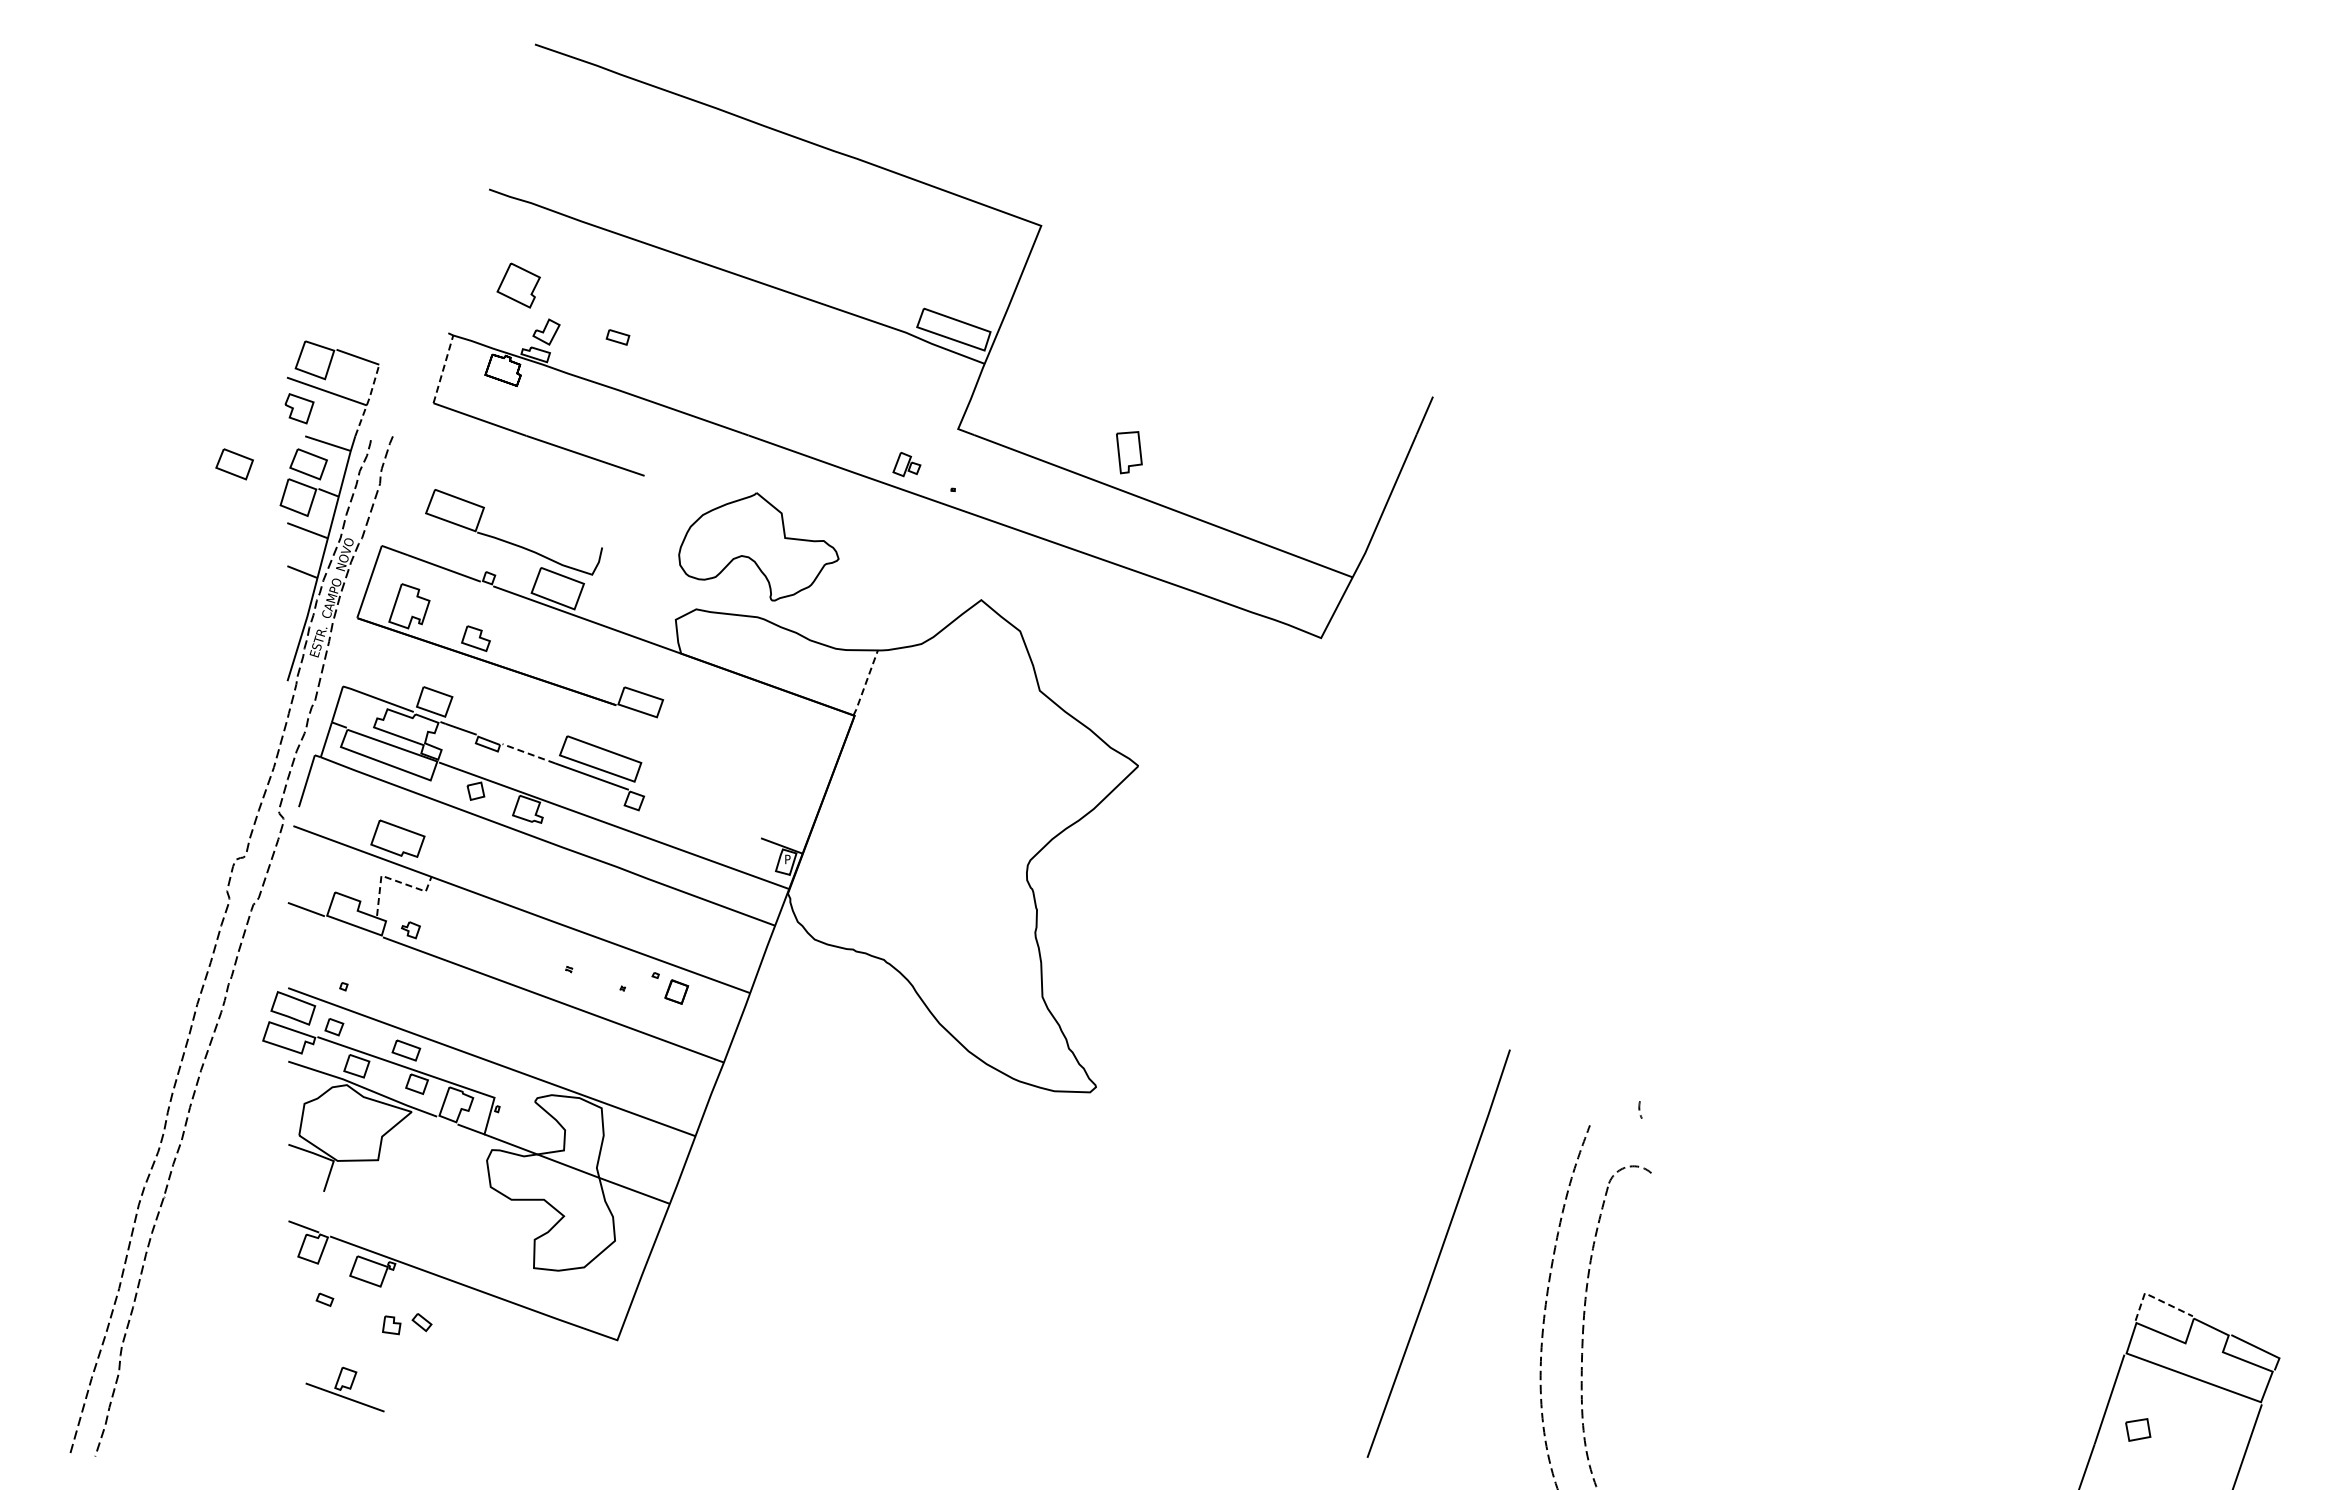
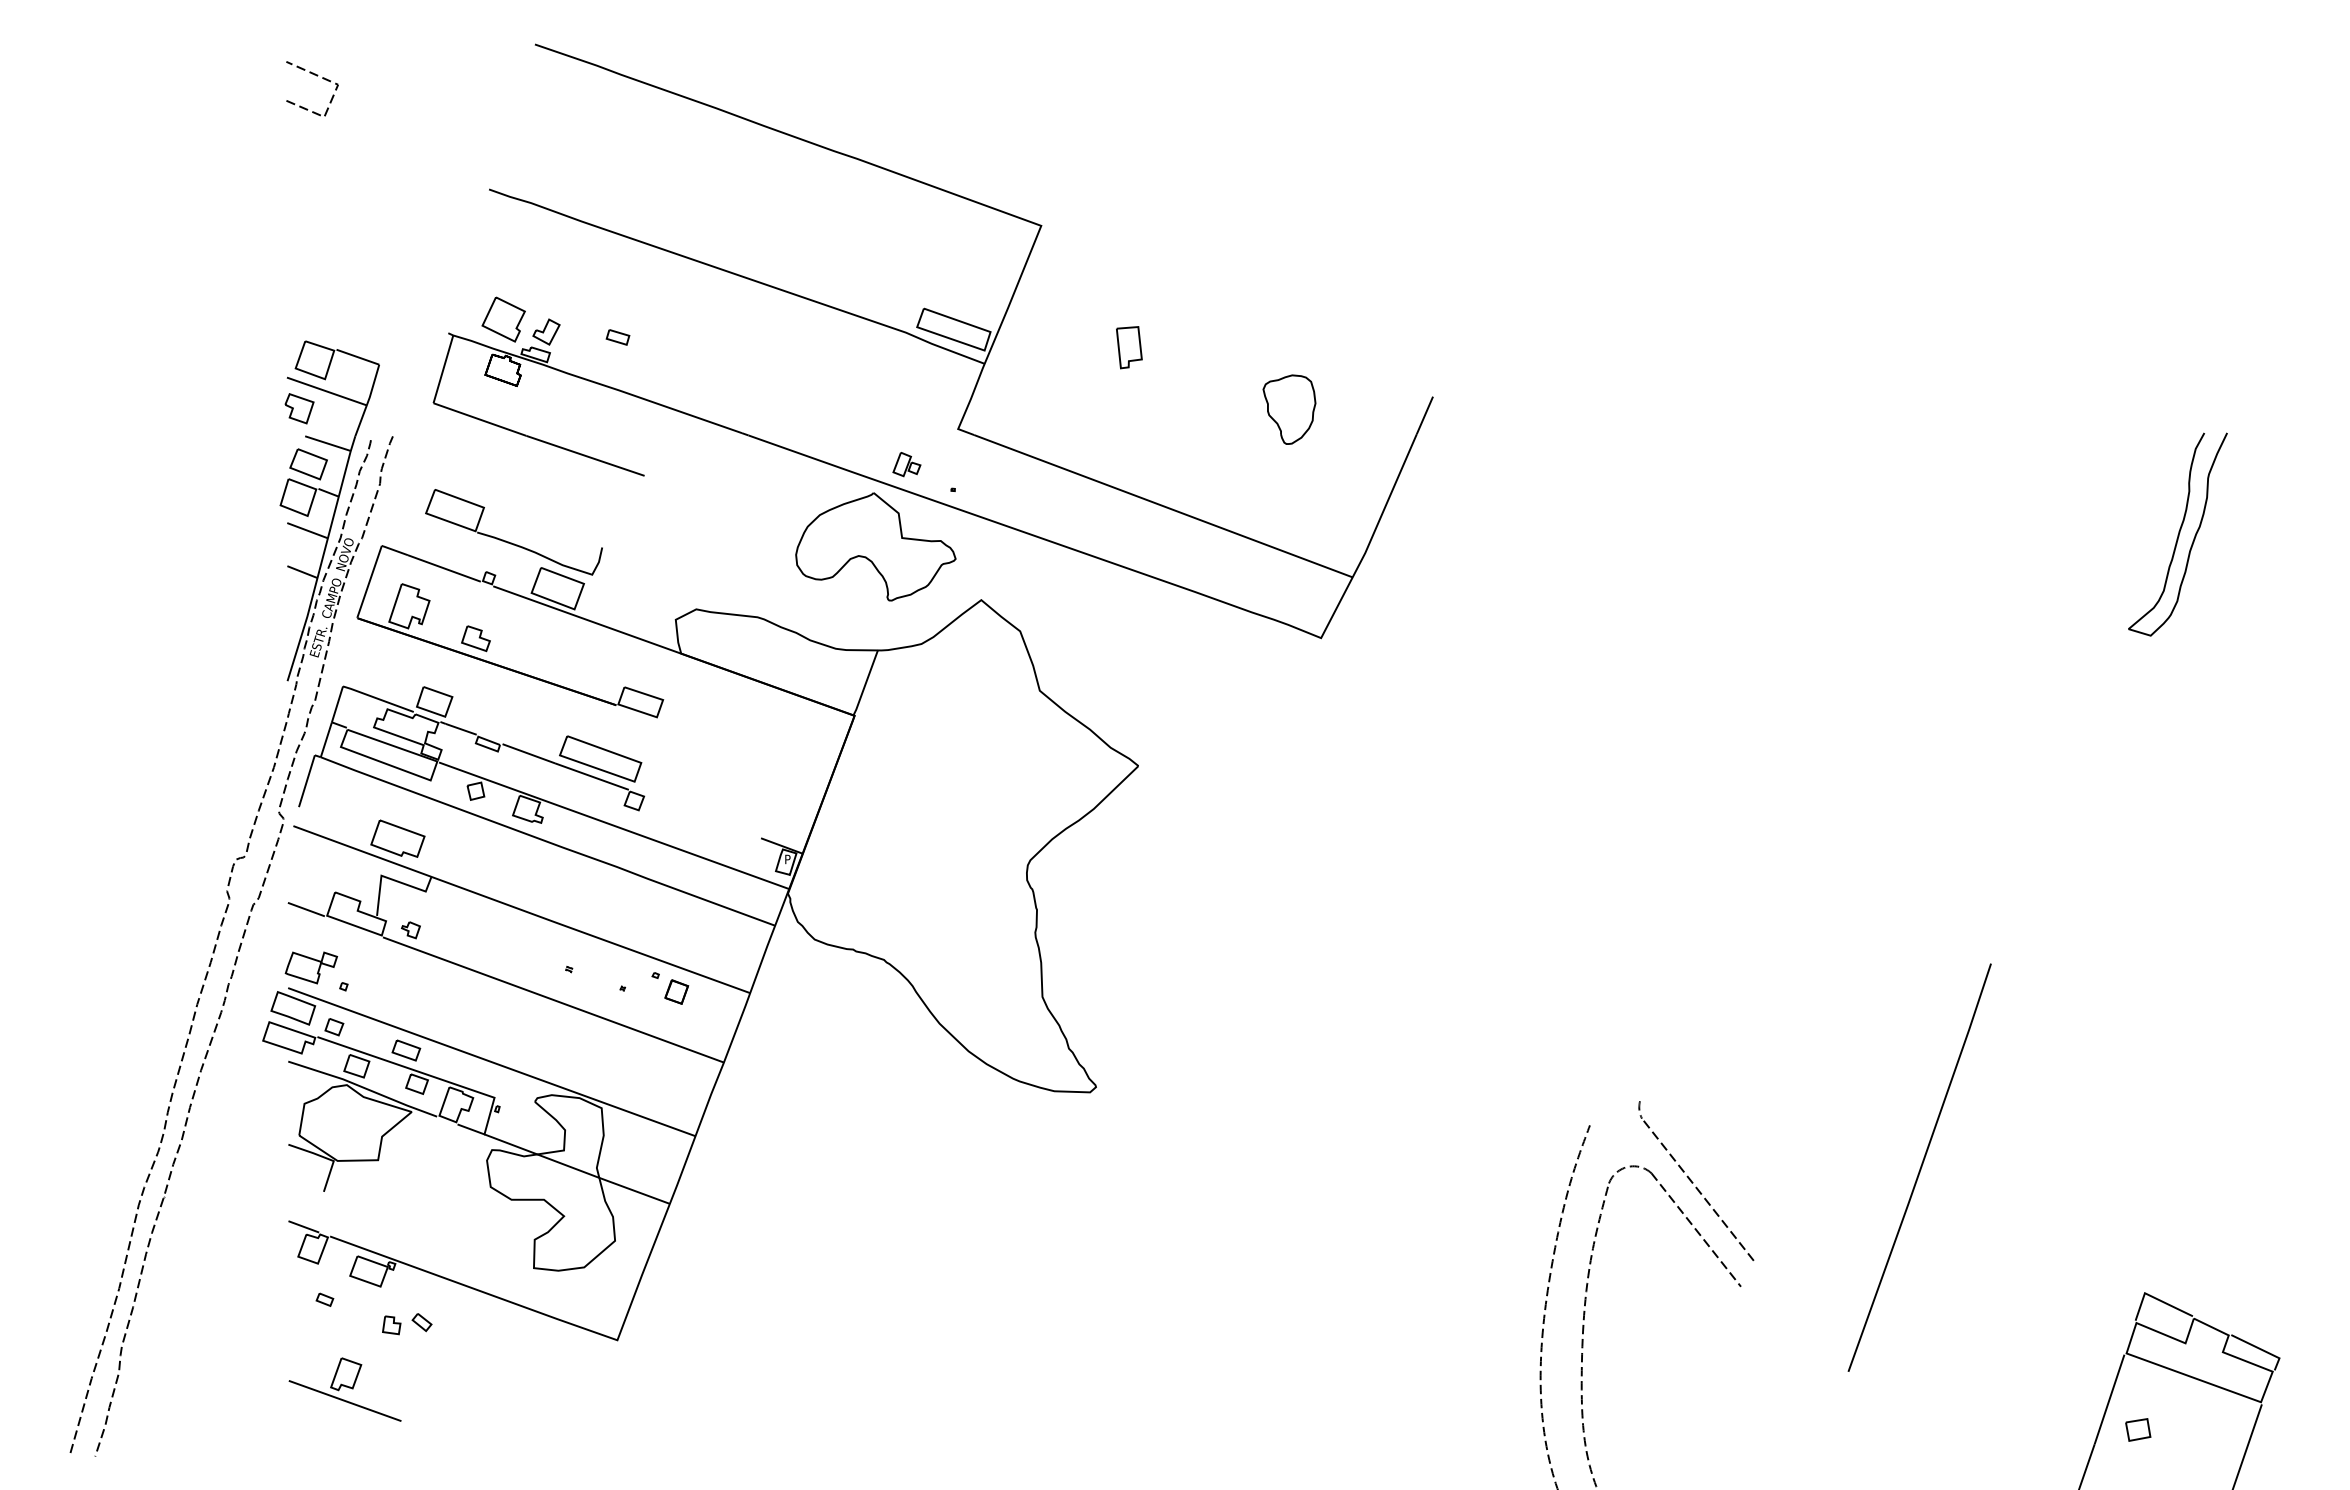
curve at (316, 76): none -> present
part at (518, 285) position: (518, 285) -> (503, 319)
line at (443, 368): dashed -> solid
line at (368, 400): dashed -> solid
part at (1289, 409): none -> present
part at (1129, 452) position: (1129, 452) -> (1129, 347)
part at (234, 464): present -> none
curve at (2177, 534): none -> present
part at (758, 546) position: (758, 546) -> (875, 546)
line at (865, 683): dashed -> solid
line at (528, 753): dashed -> solid
line at (392, 879): dashed -> solid
part at (311, 967): none -> present
line at (1697, 1189): none -> present
line at (1696, 1229): none -> present
line at (1439, 1253) position: (1439, 1253) -> (1920, 1167)
line at (2155, 1298): dashed -> solid
part at (344, 1389) size: 80x47 px -> 114x65 px
